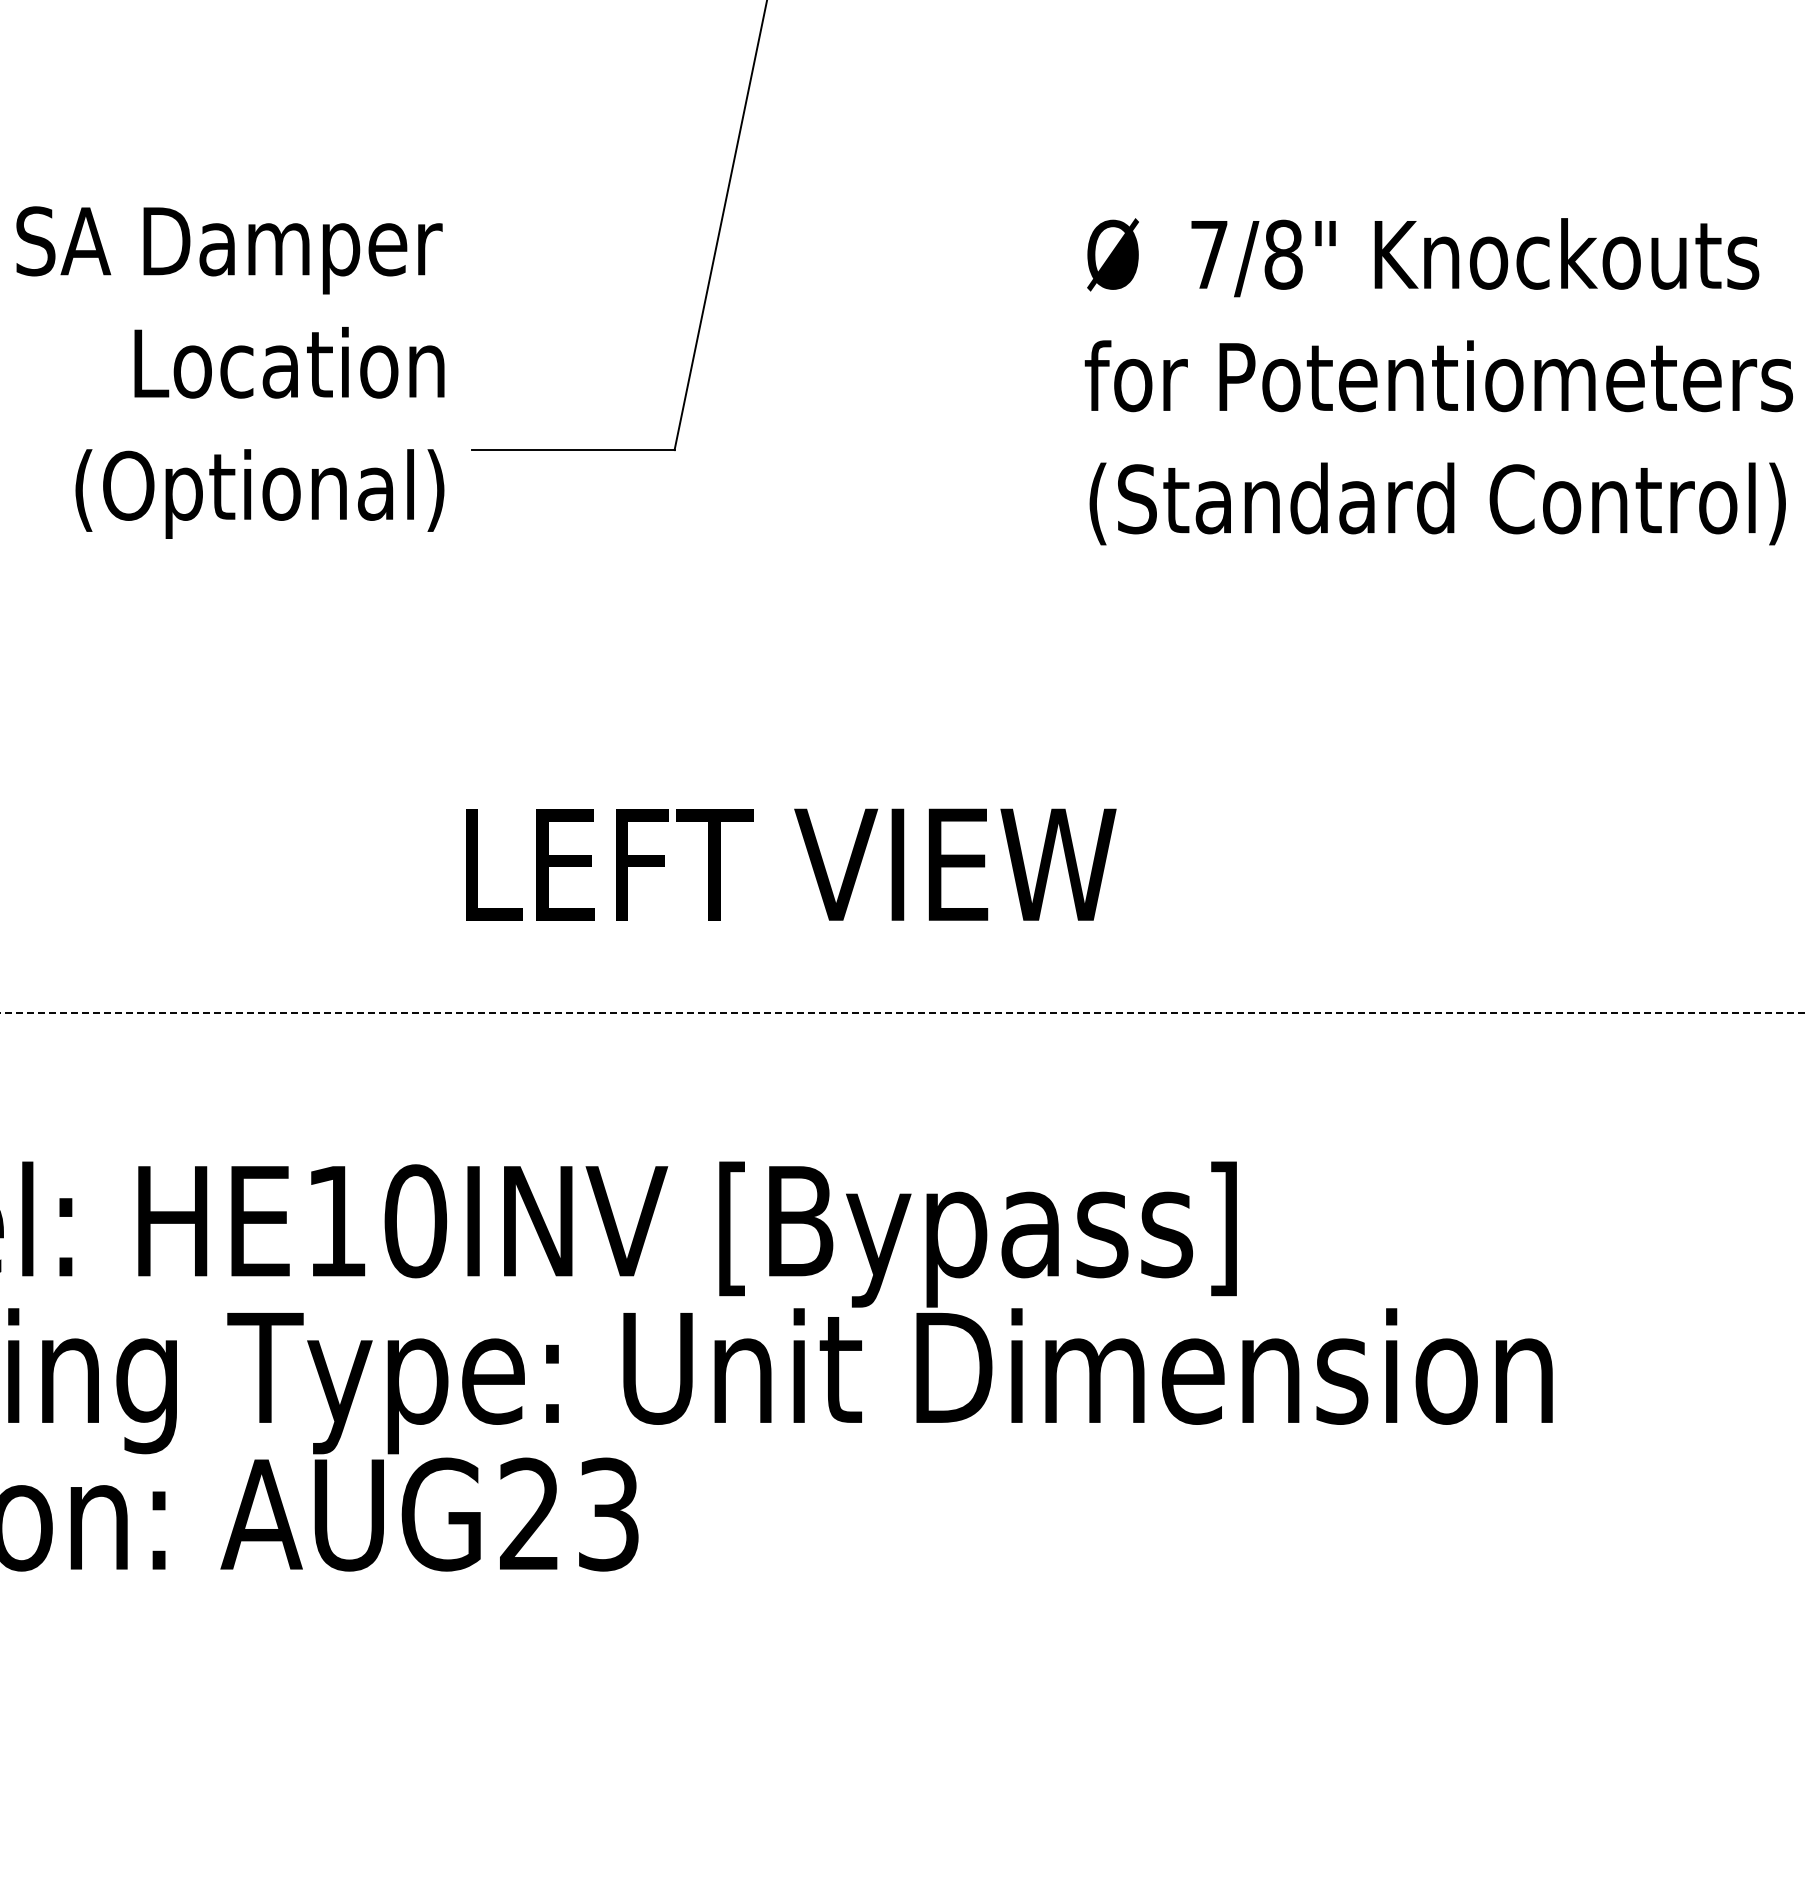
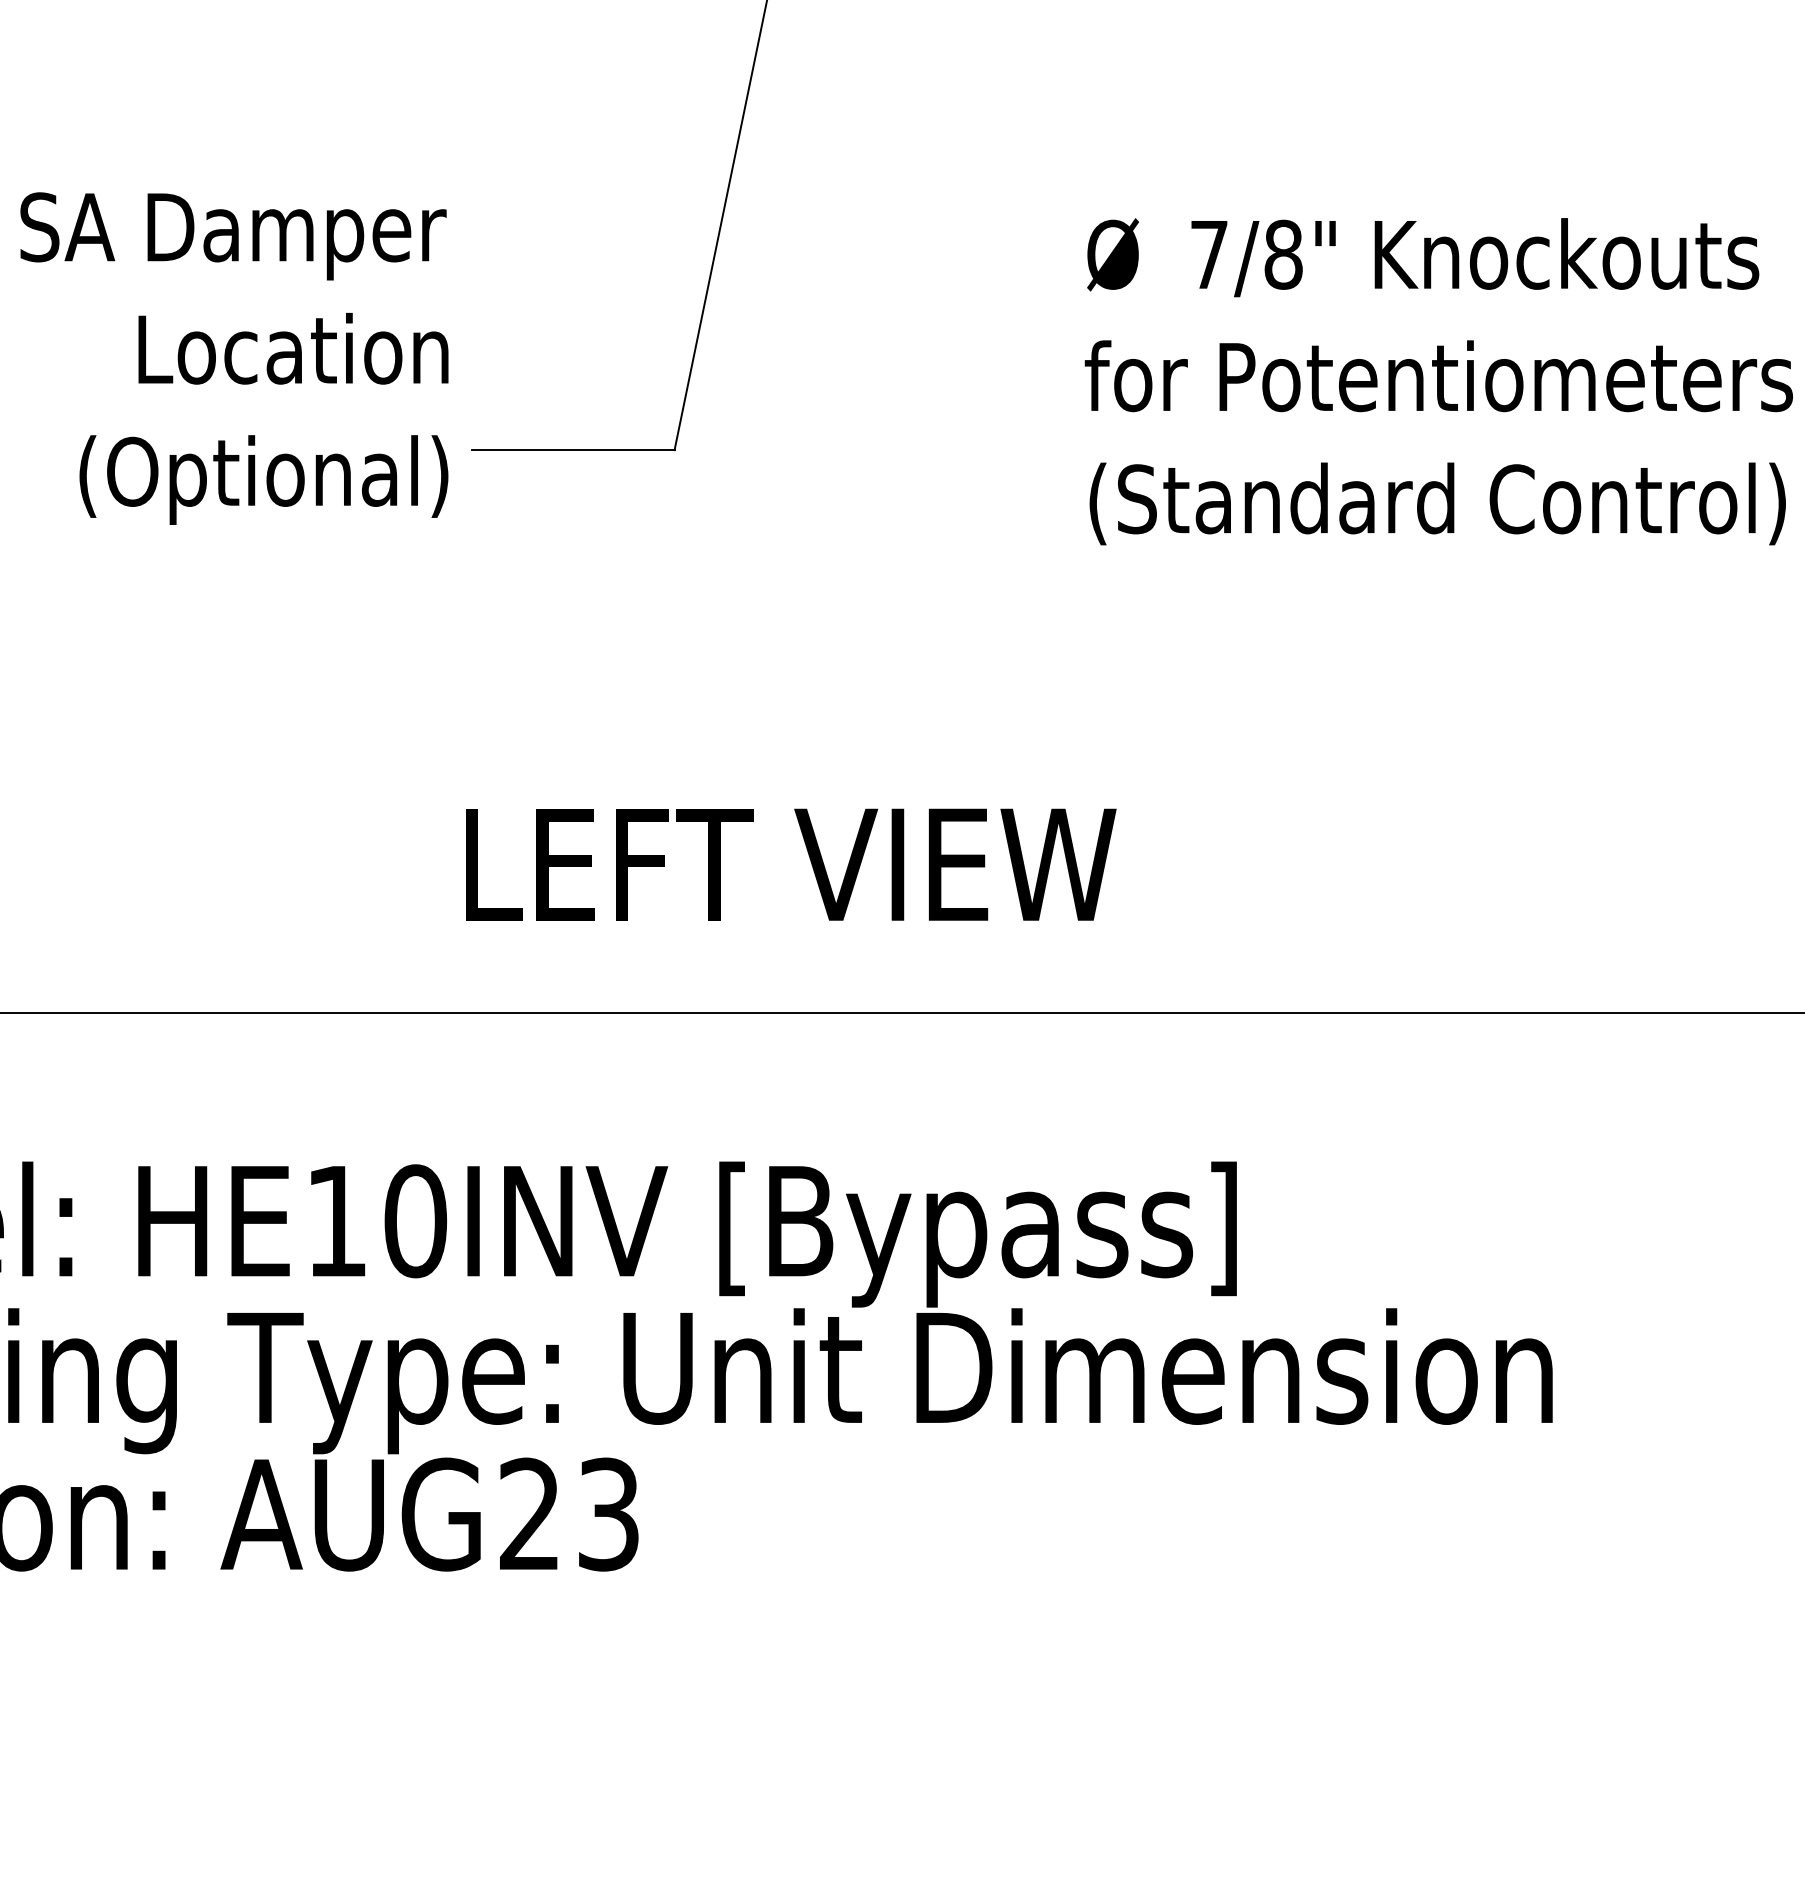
text at (230, 372) position: (230, 372) -> (234, 358)
line at (901, 1013): dashed -> solid
